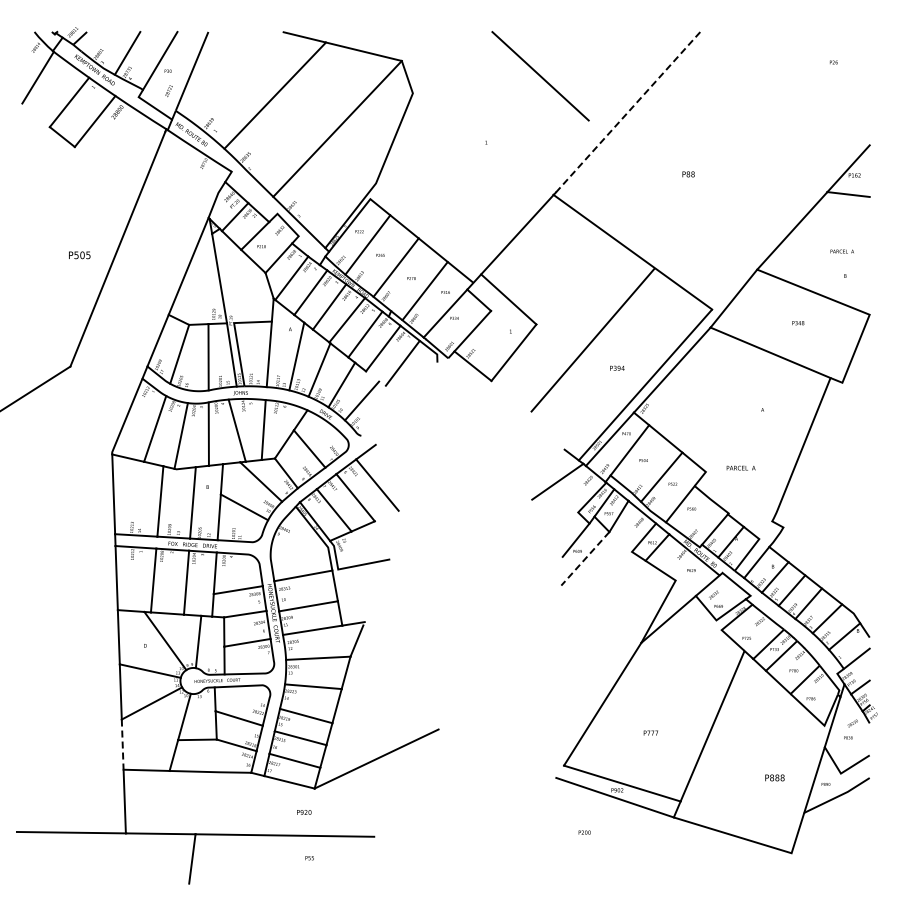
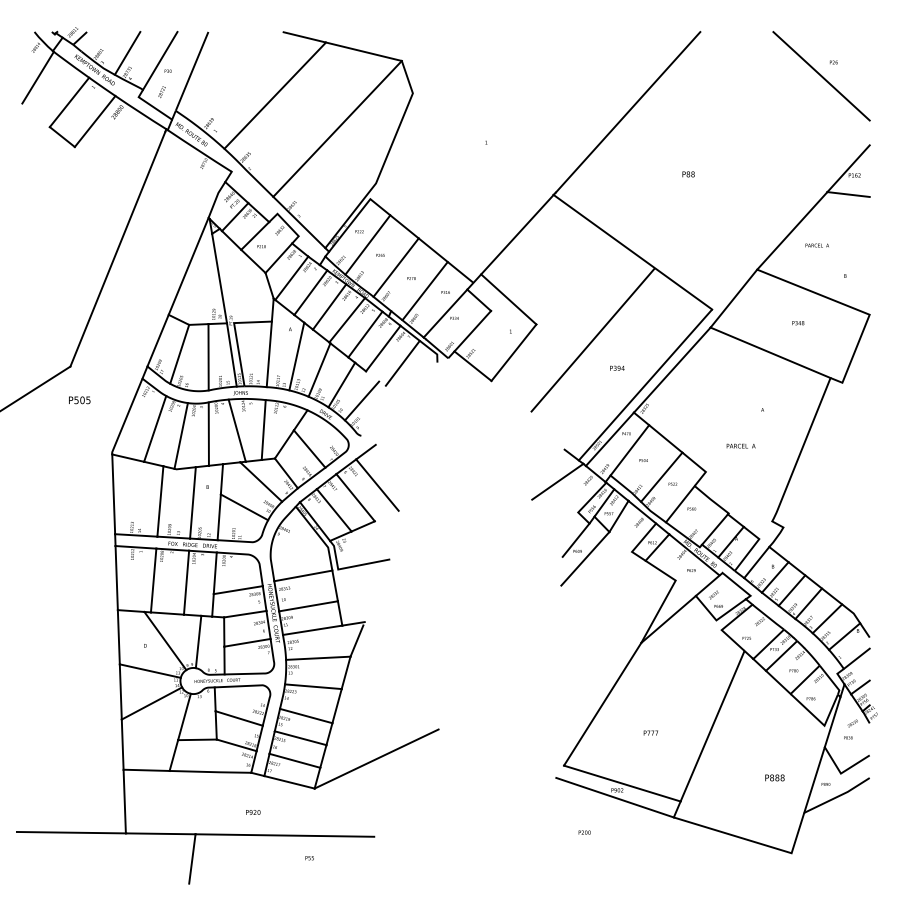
line at (540, 76) position: (540, 76) -> (821, 76)
text at (168, 91) position: (168, 91) -> (161, 92)
line at (628, 111): dashed -> solid
text at (841, 251) position: (841, 251) -> (816, 245)
text at (79, 255) position: (79, 255) -> (79, 400)
text at (740, 467) position: (740, 467) -> (740, 445)
line at (585, 559): dashed -> solid
line at (122, 745): dashed -> solid
text at (304, 812) position: (304, 812) -> (253, 812)
